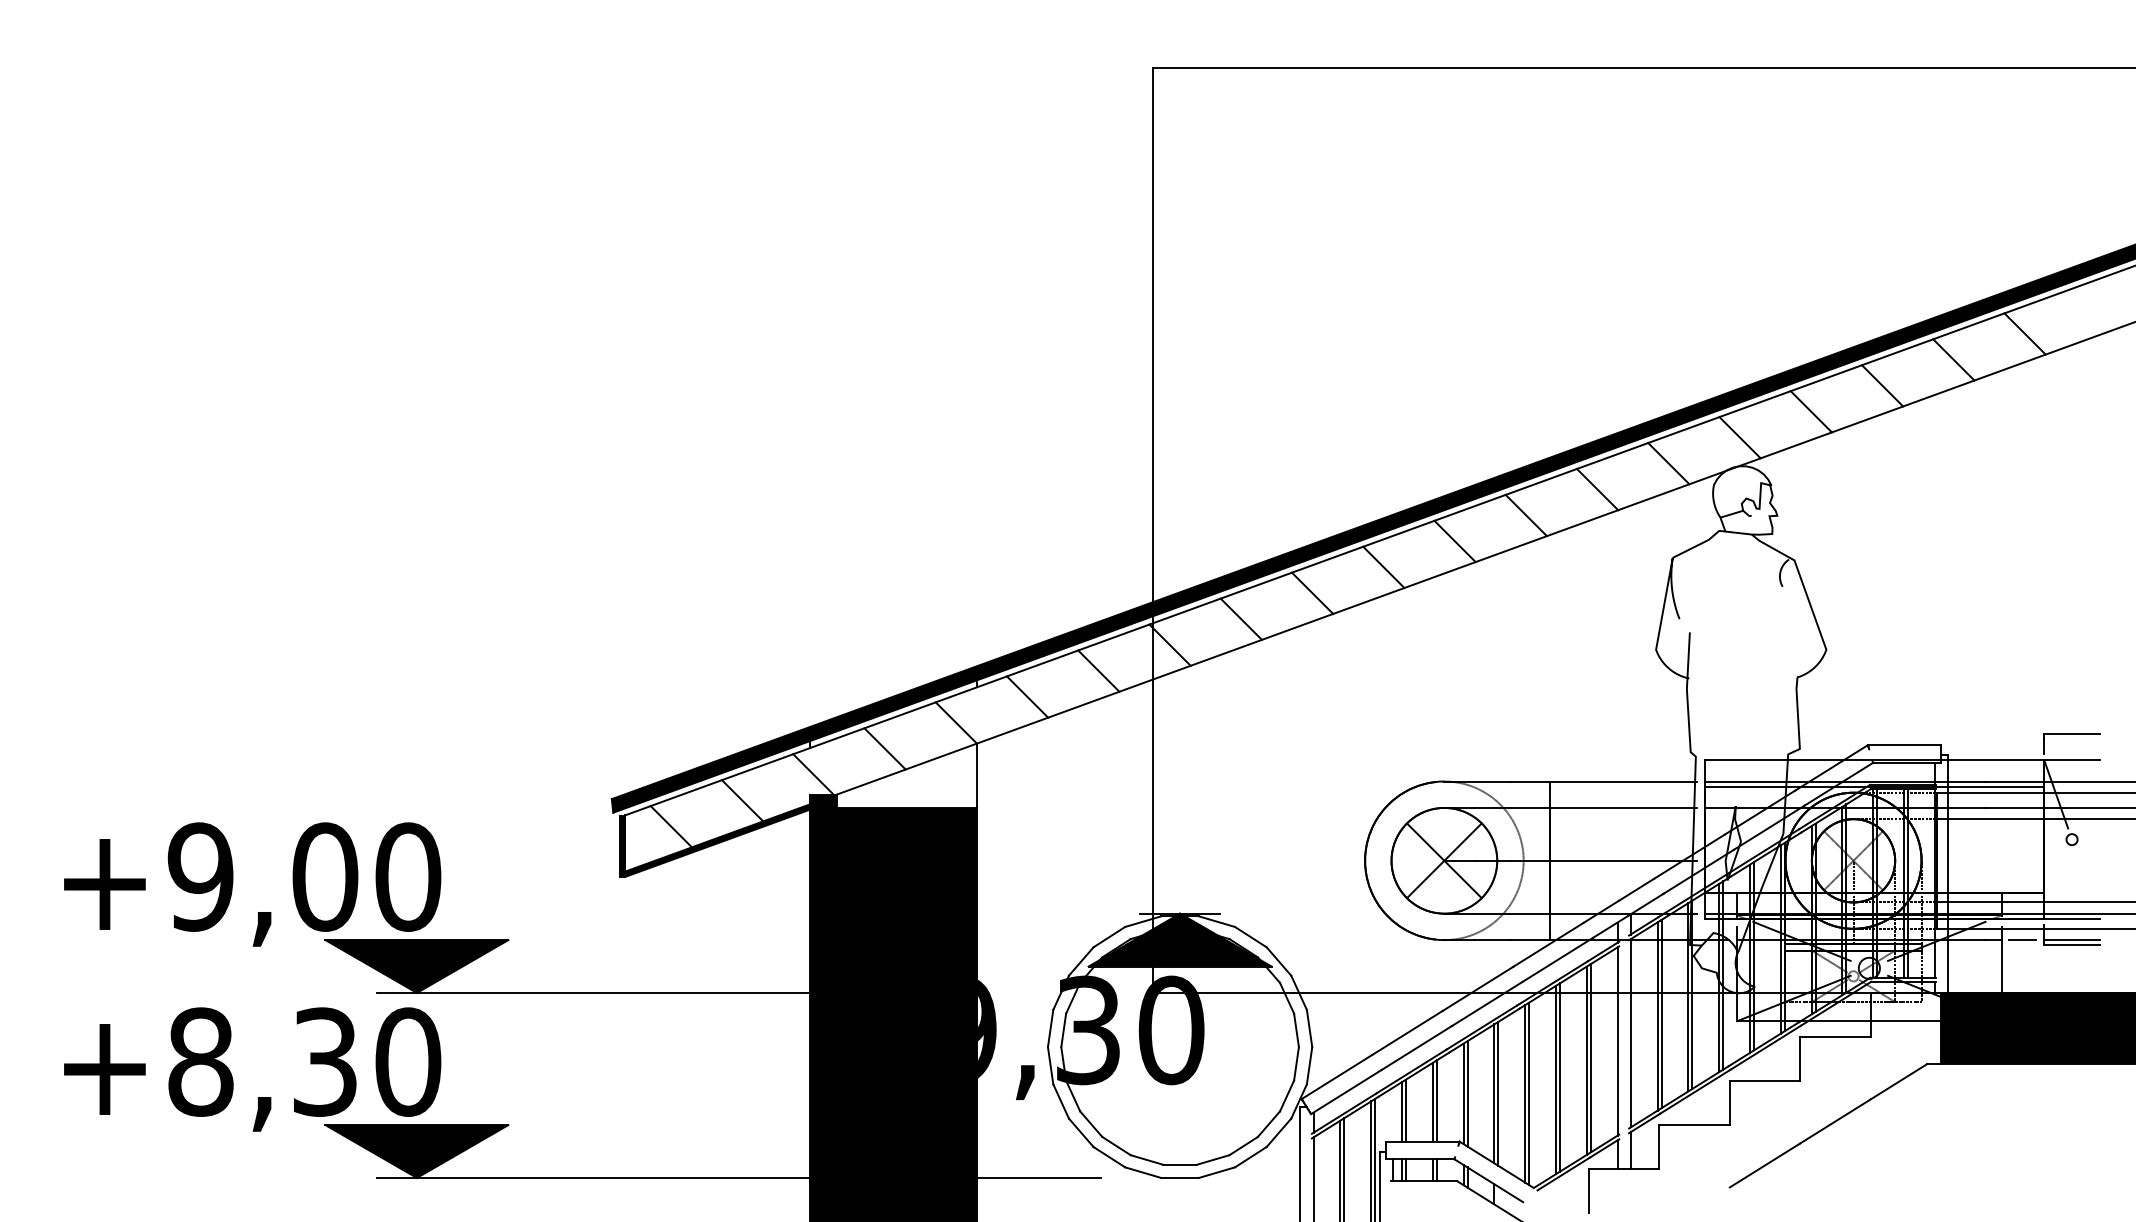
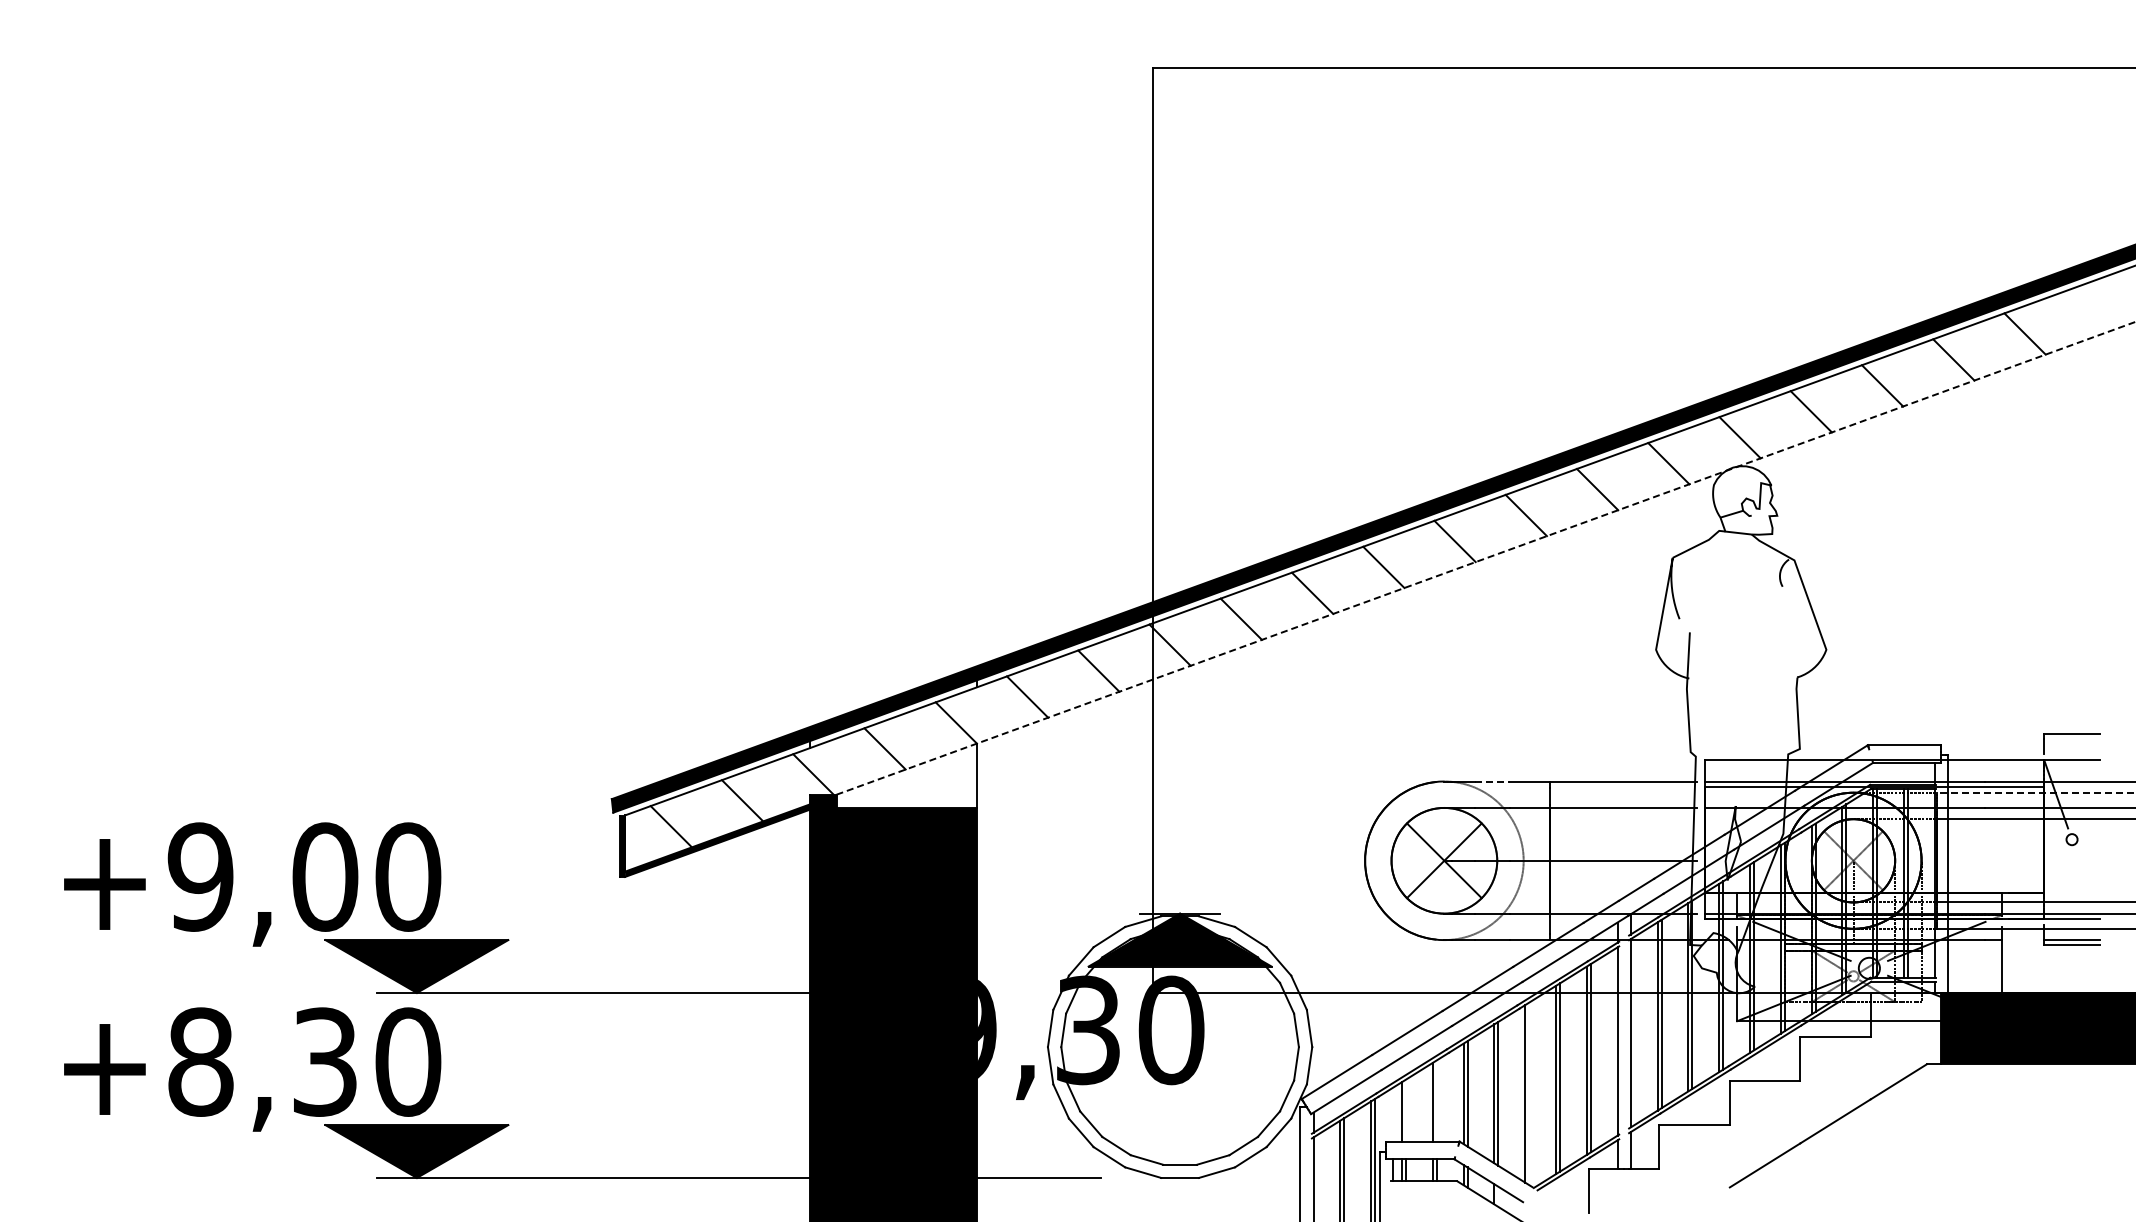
line at (1486, 558): solid -> dashed
line at (1492, 781): solid -> dashed
line at (2035, 792): solid -> dashed
line at (2022, 940): present -> none
line at (1529, 1093): present -> none
line at (1436, 1100): present -> none
line at (1405, 1110): present -> none
